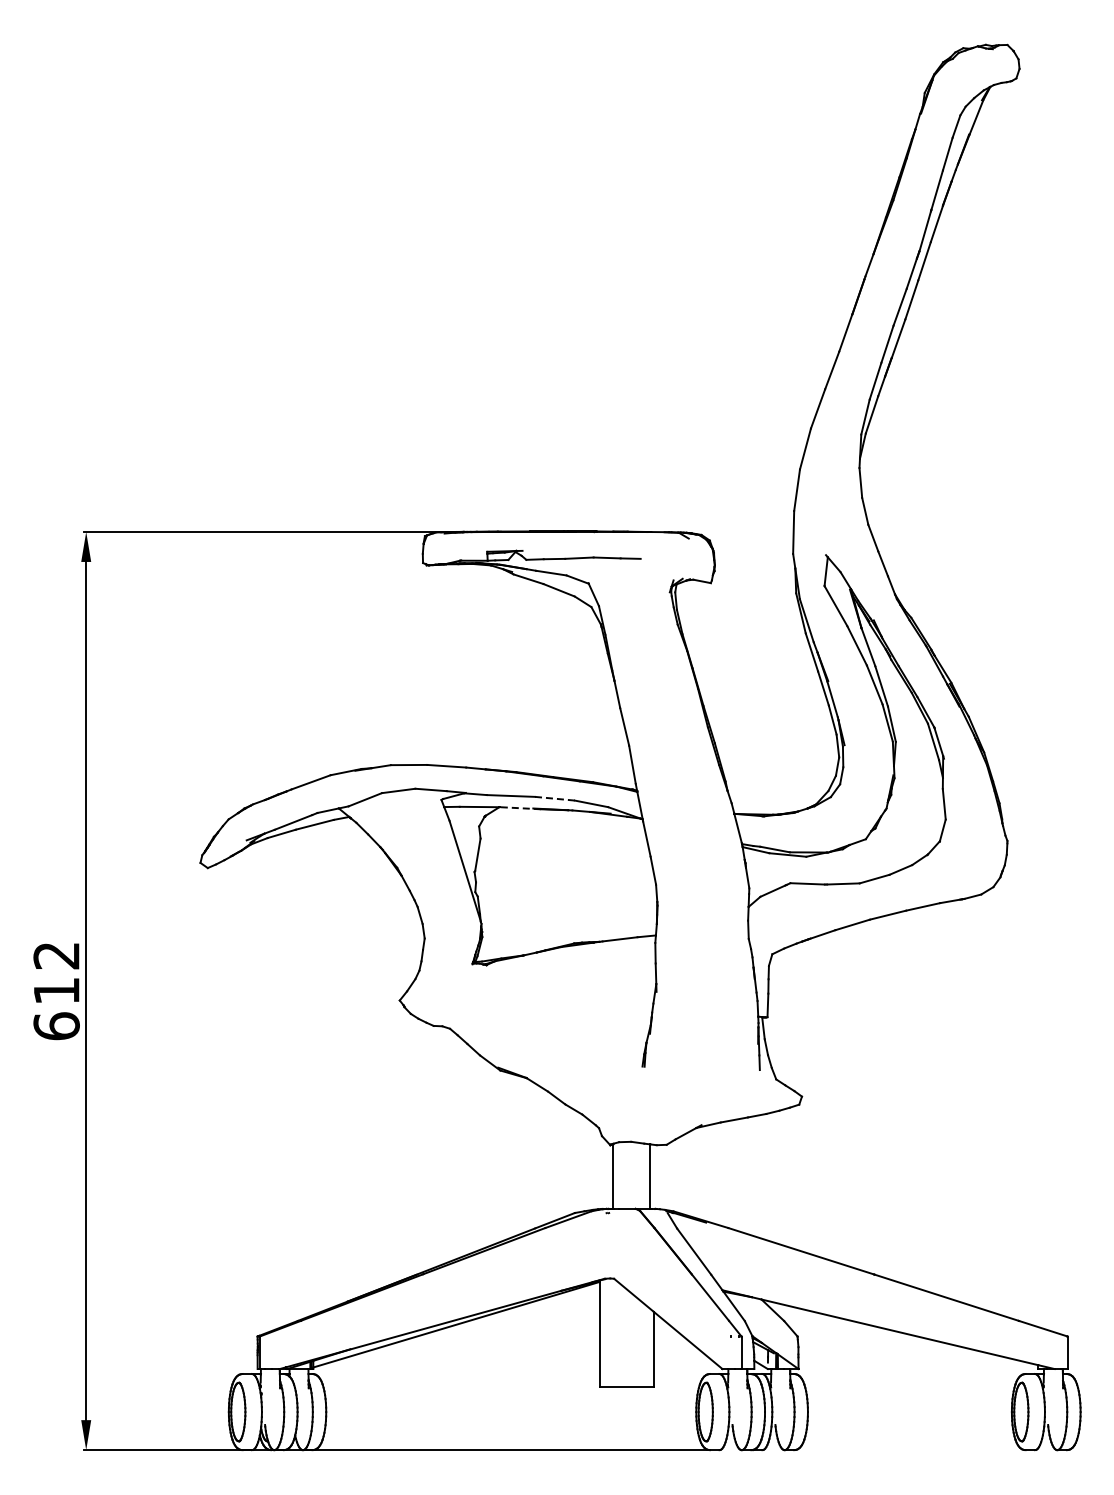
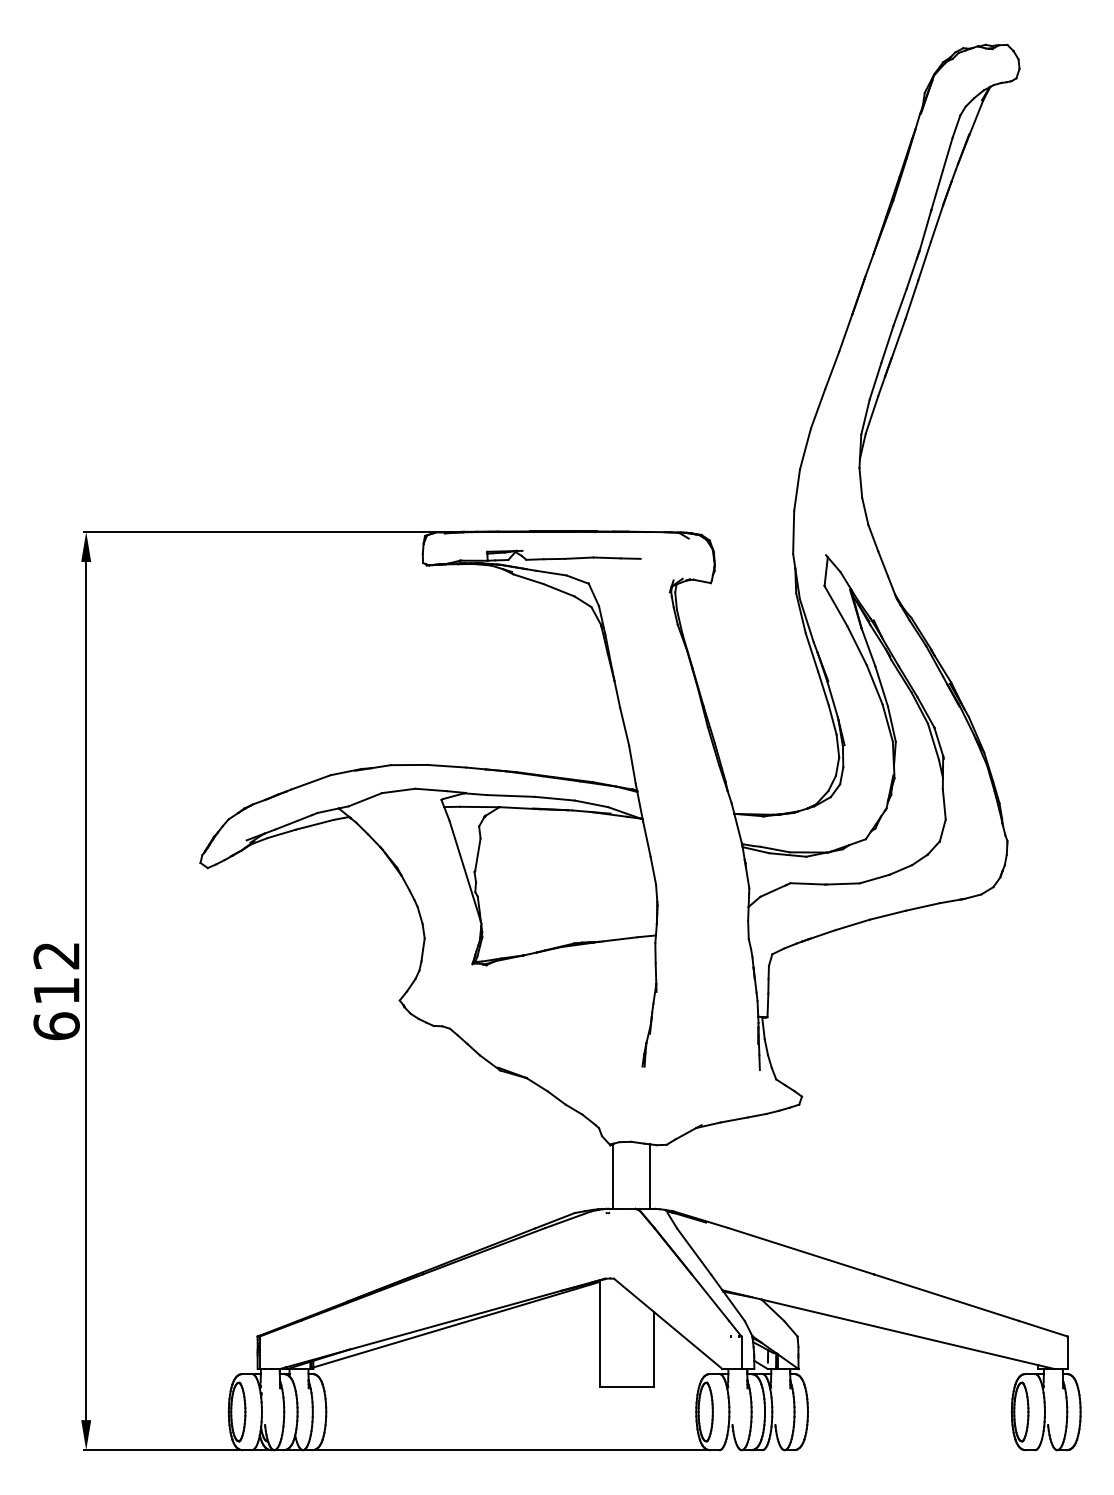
line at (554, 798): dashed -> solid
line at (520, 808): dashed -> solid
